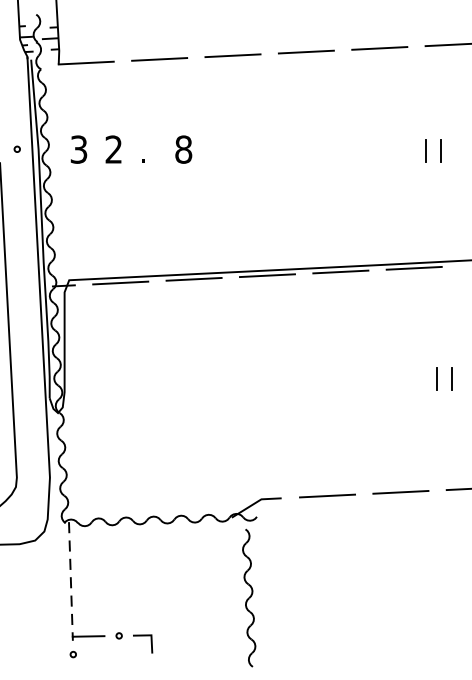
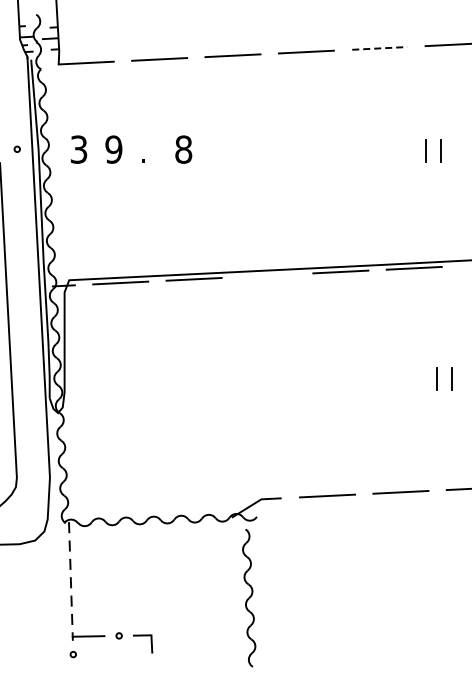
line at (379, 48): solid -> dashed
text at (113, 149): 2 -> 9
line at (266, 275): present -> none
